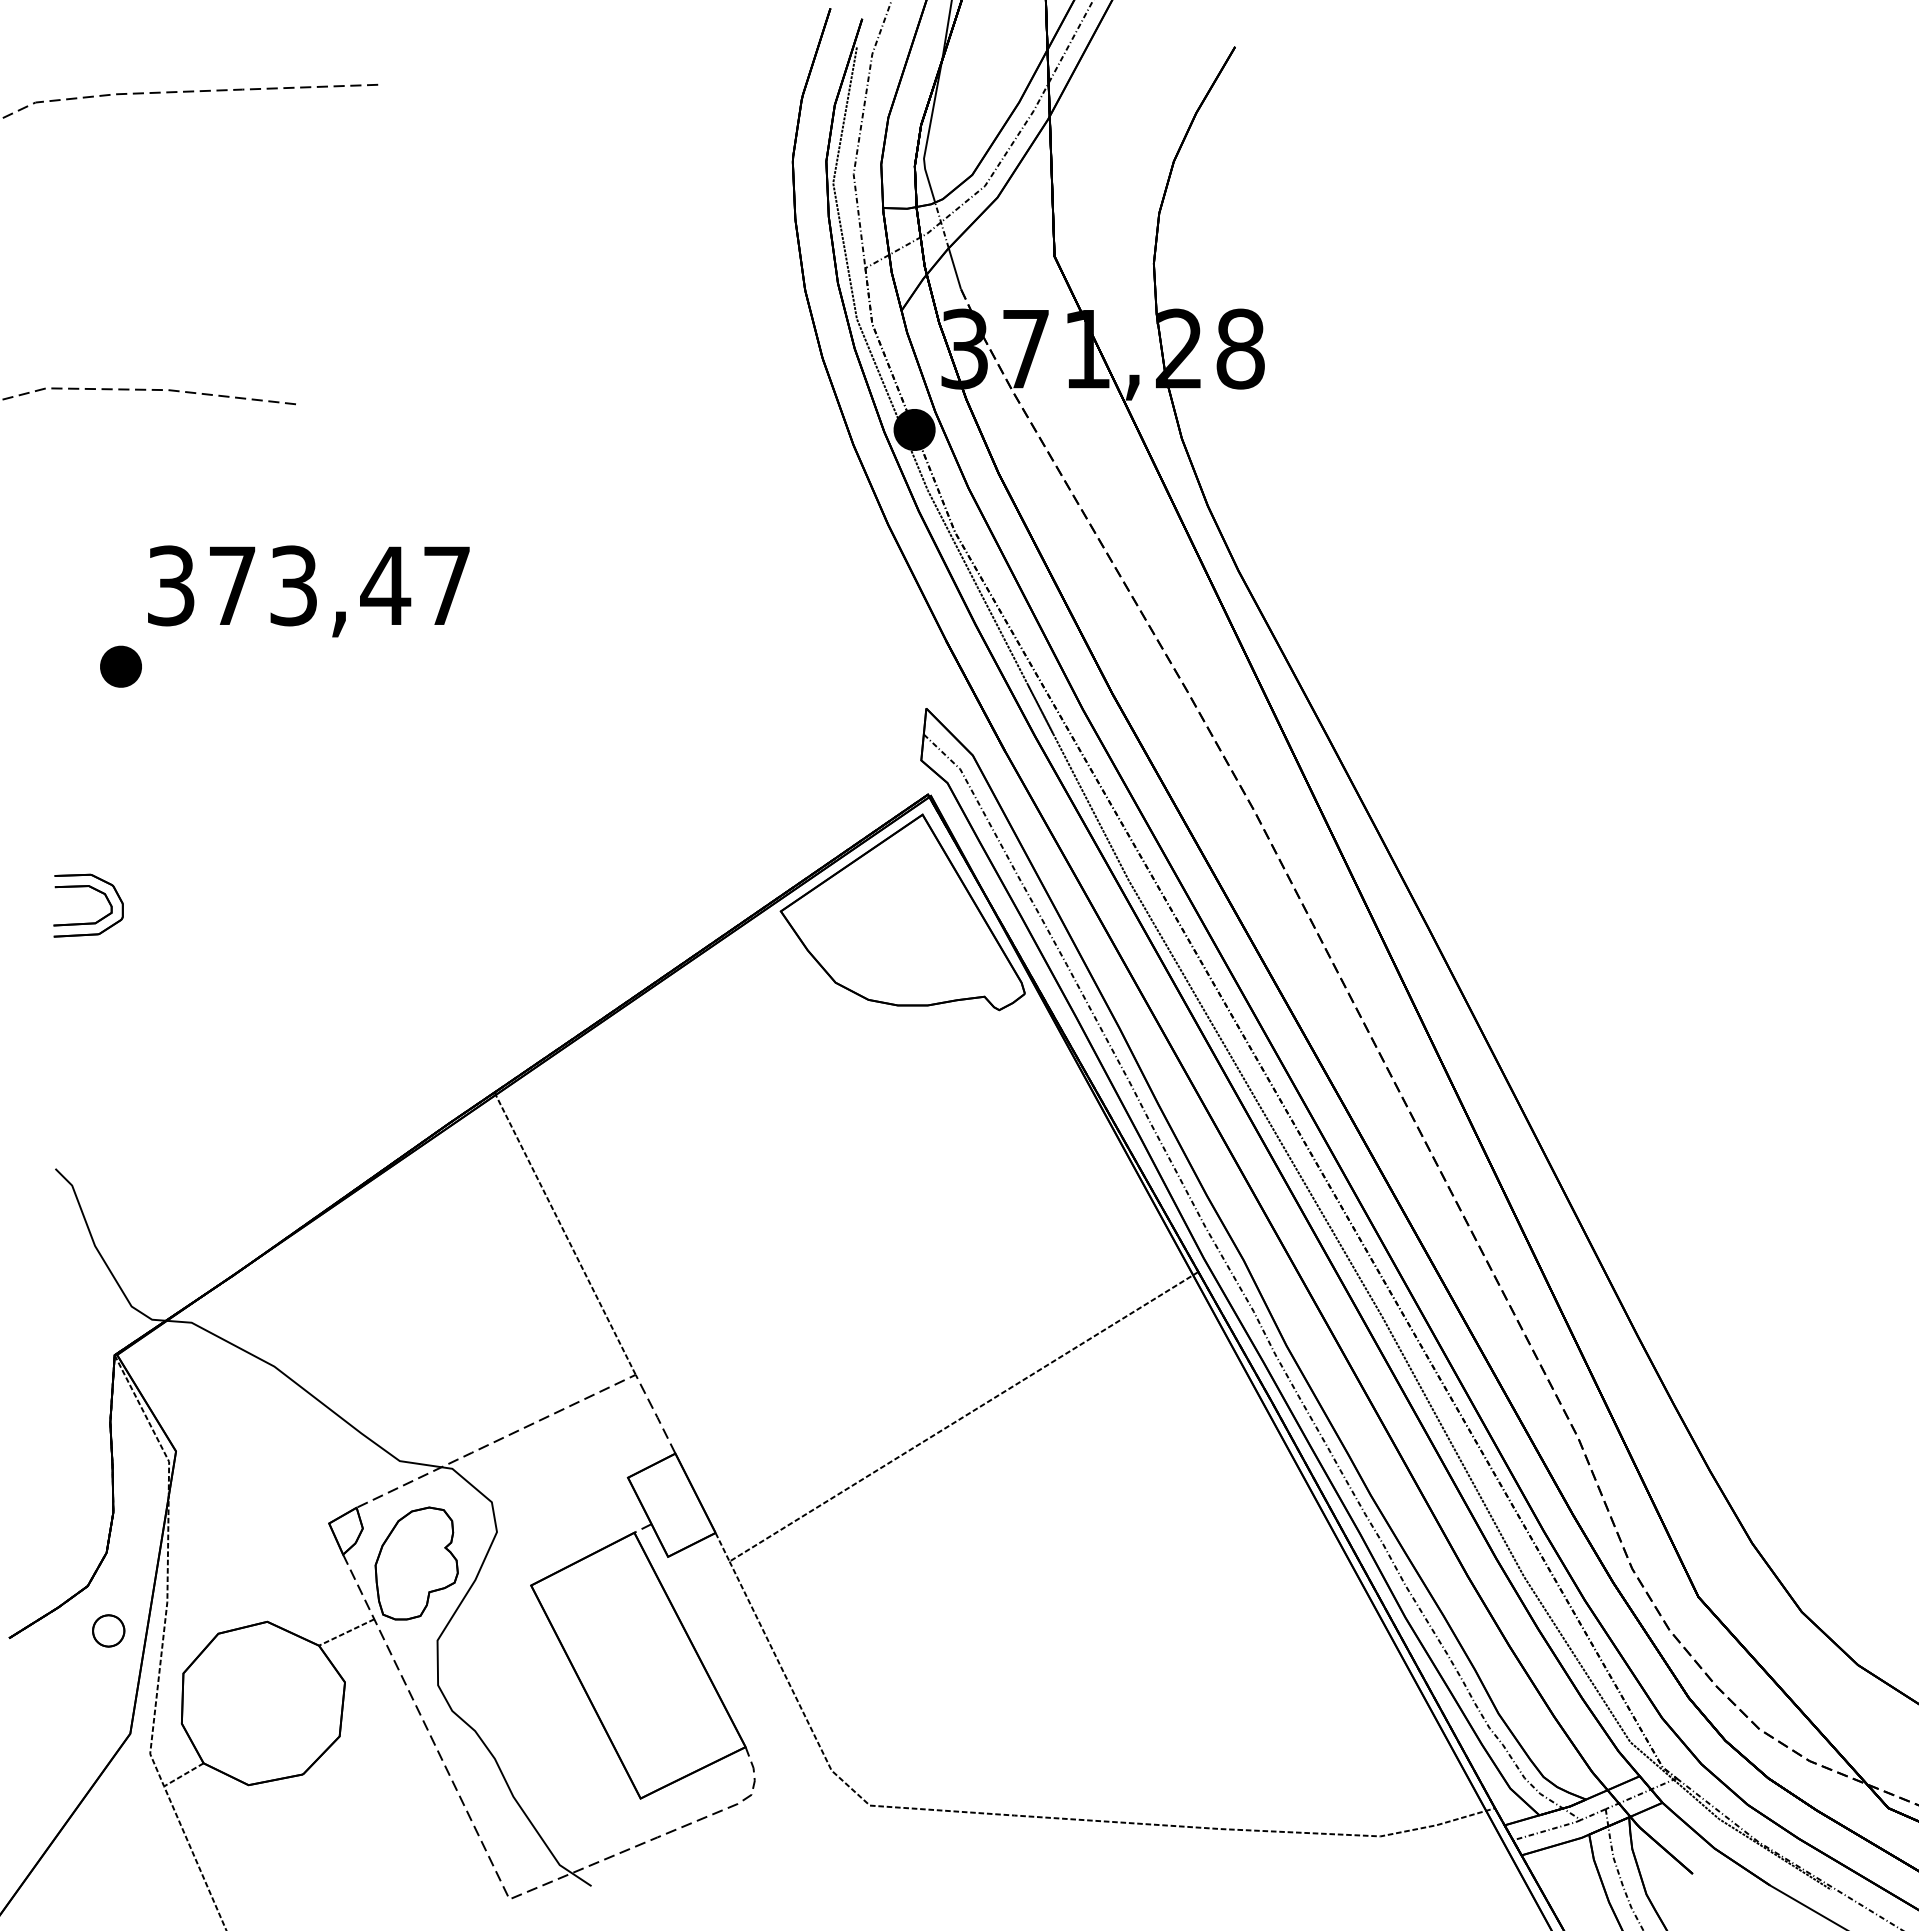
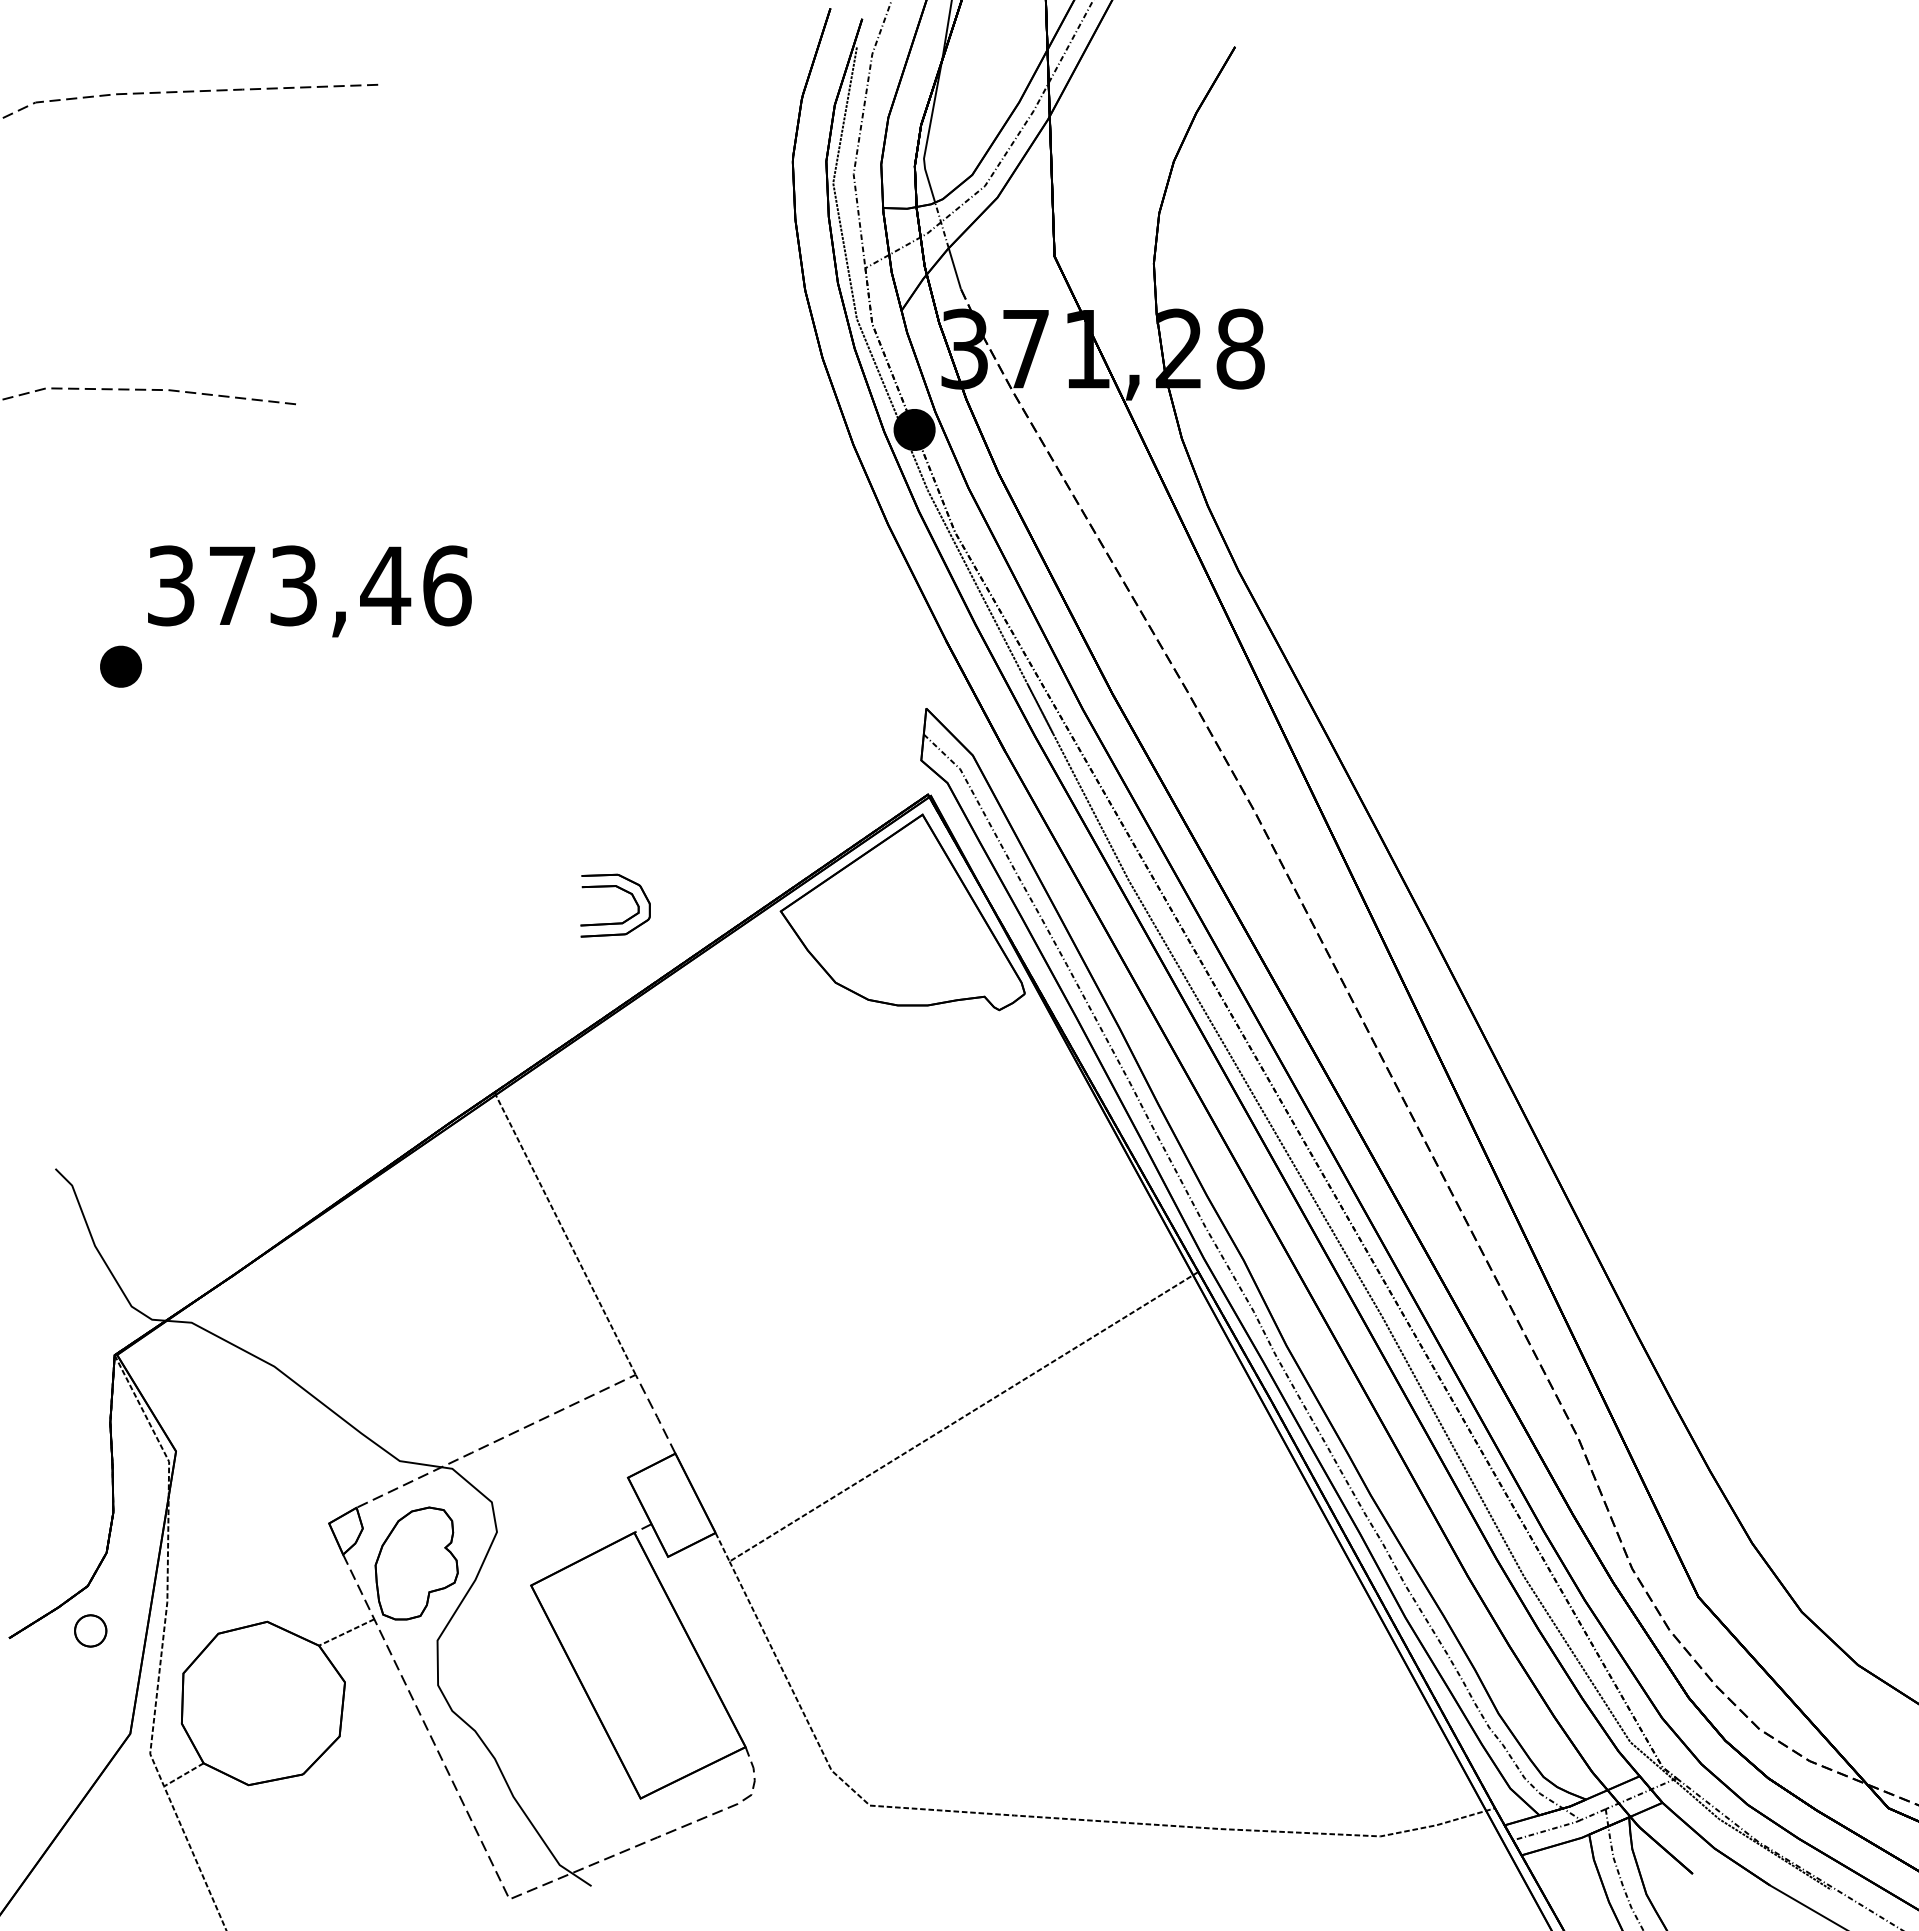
text at (447, 585): 373,47 -> 373,46
part at (95, 890) position: (95, 890) -> (622, 890)
part at (108, 1630) position: (108, 1630) -> (90, 1630)
